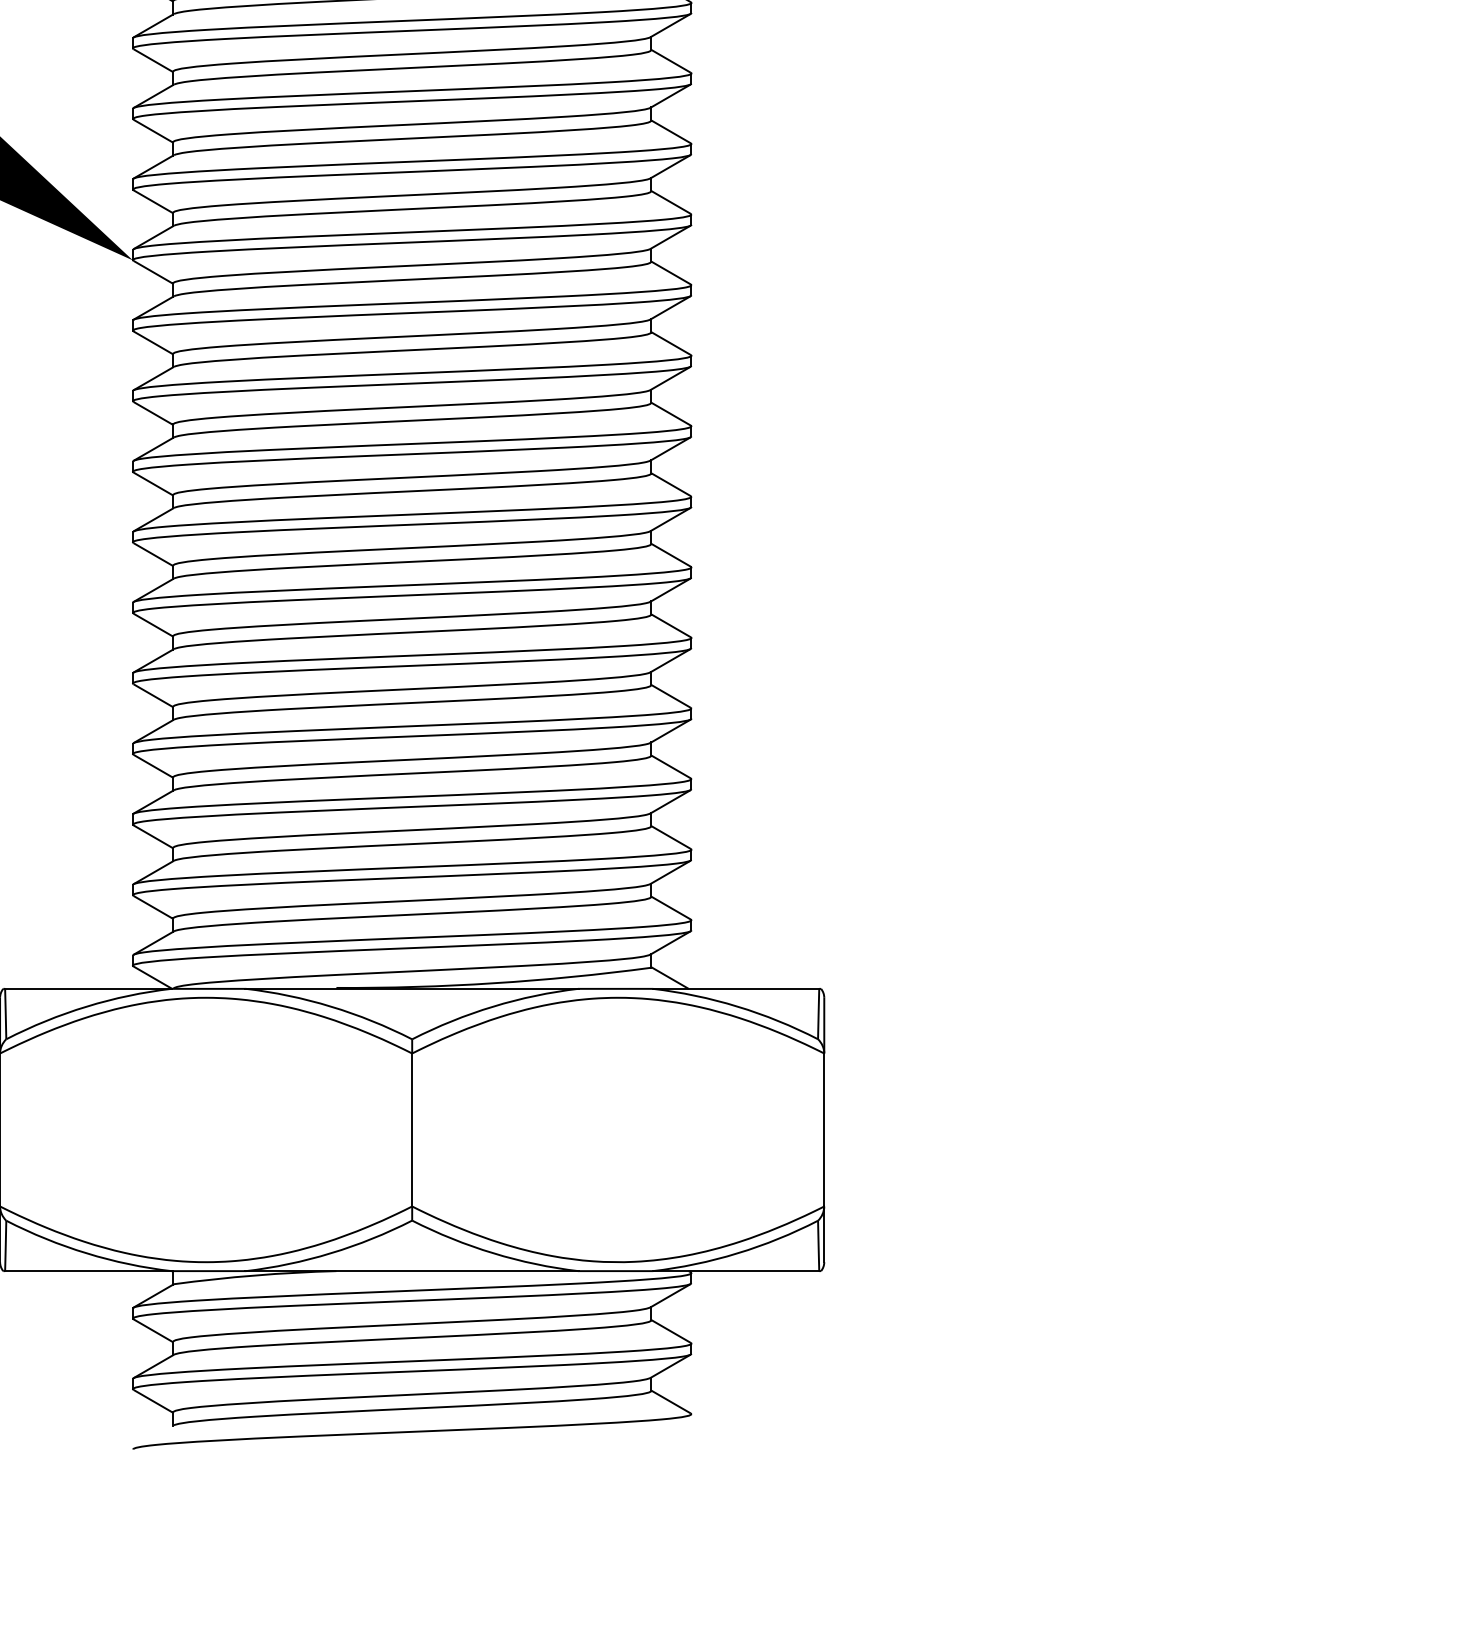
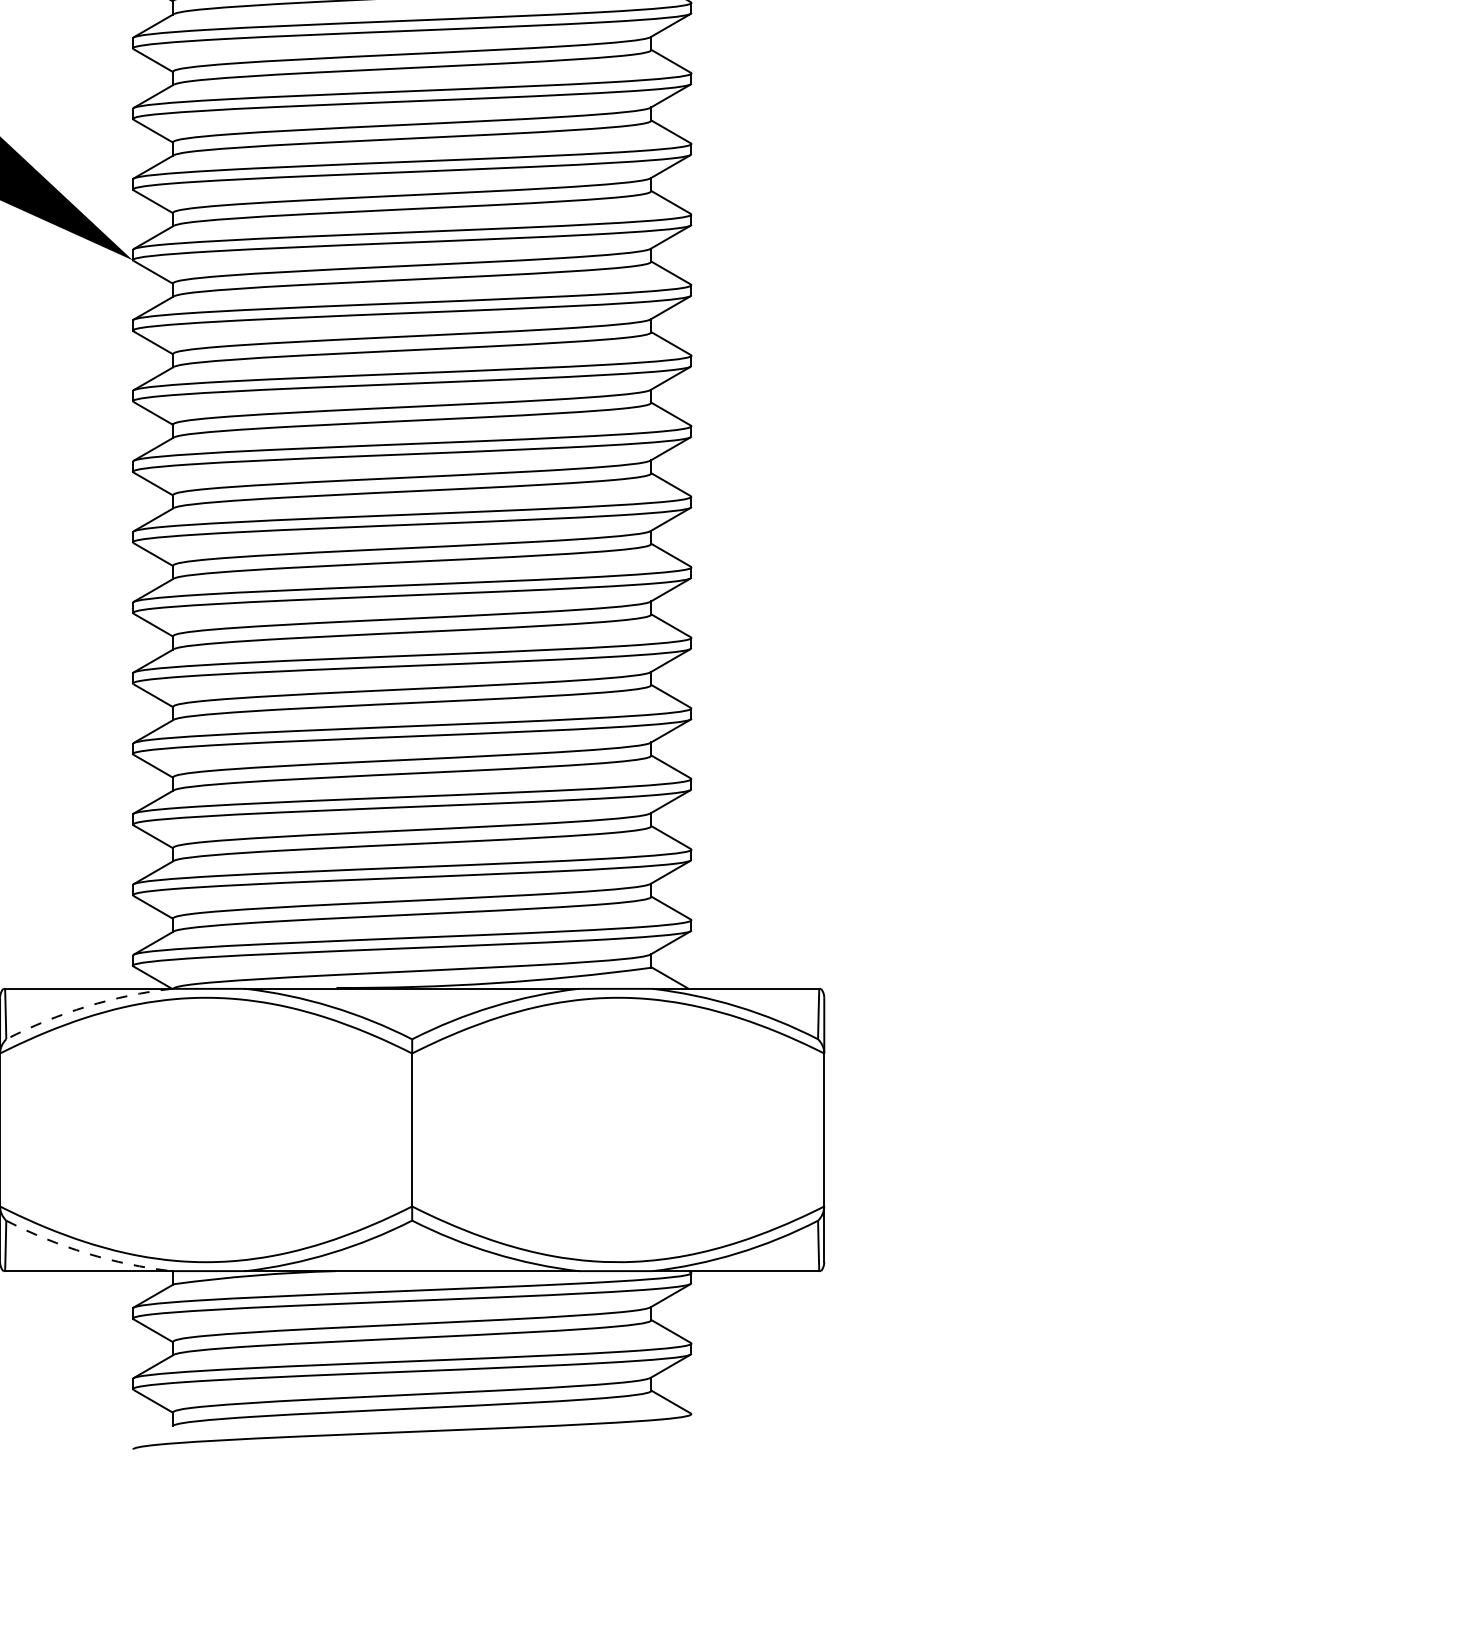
arc at (86, 1006): solid -> dashed
arc at (86, 1253): solid -> dashed
